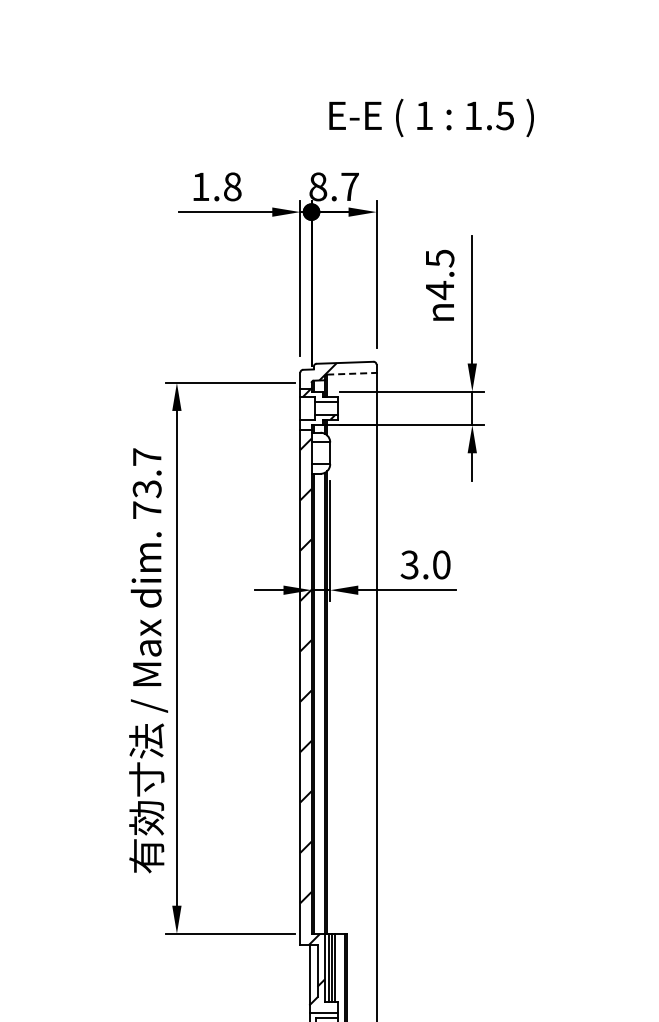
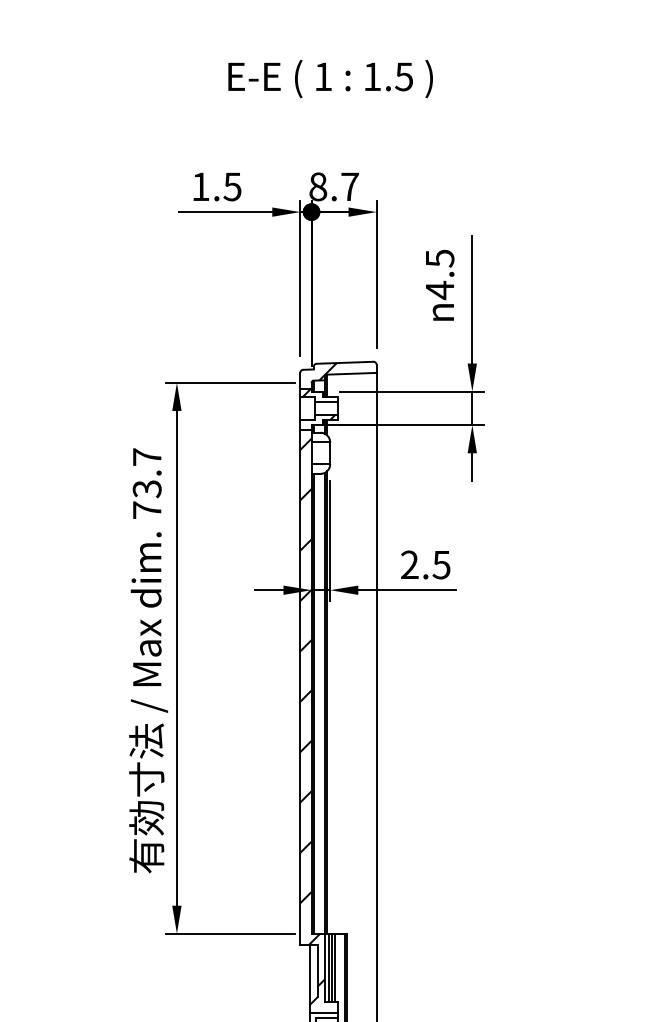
text at (431, 117) position: (431, 117) -> (330, 78)
text at (232, 186): 1.8 -> 1.5
line at (351, 373): dashed -> solid
text at (425, 564): 3.0 -> 2.5
